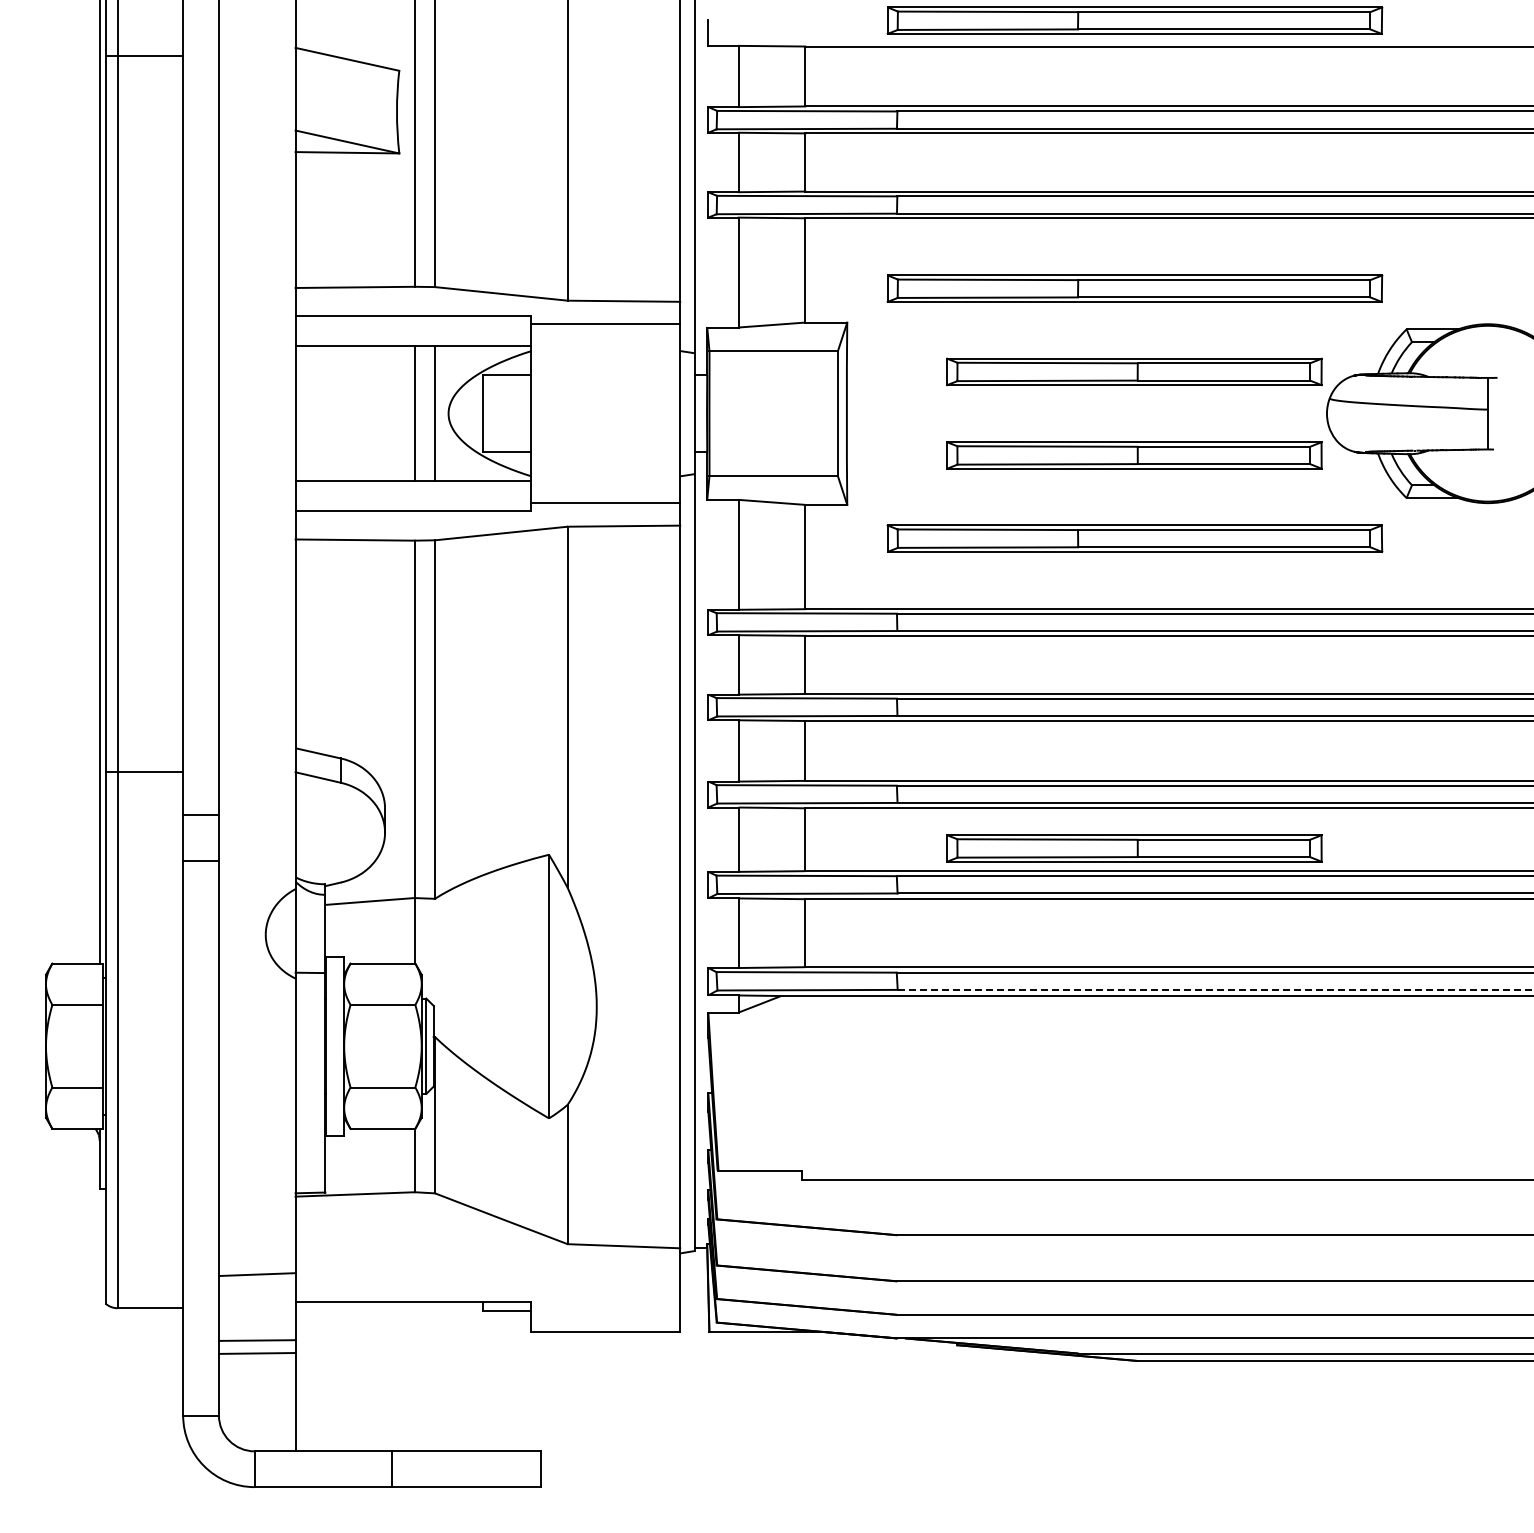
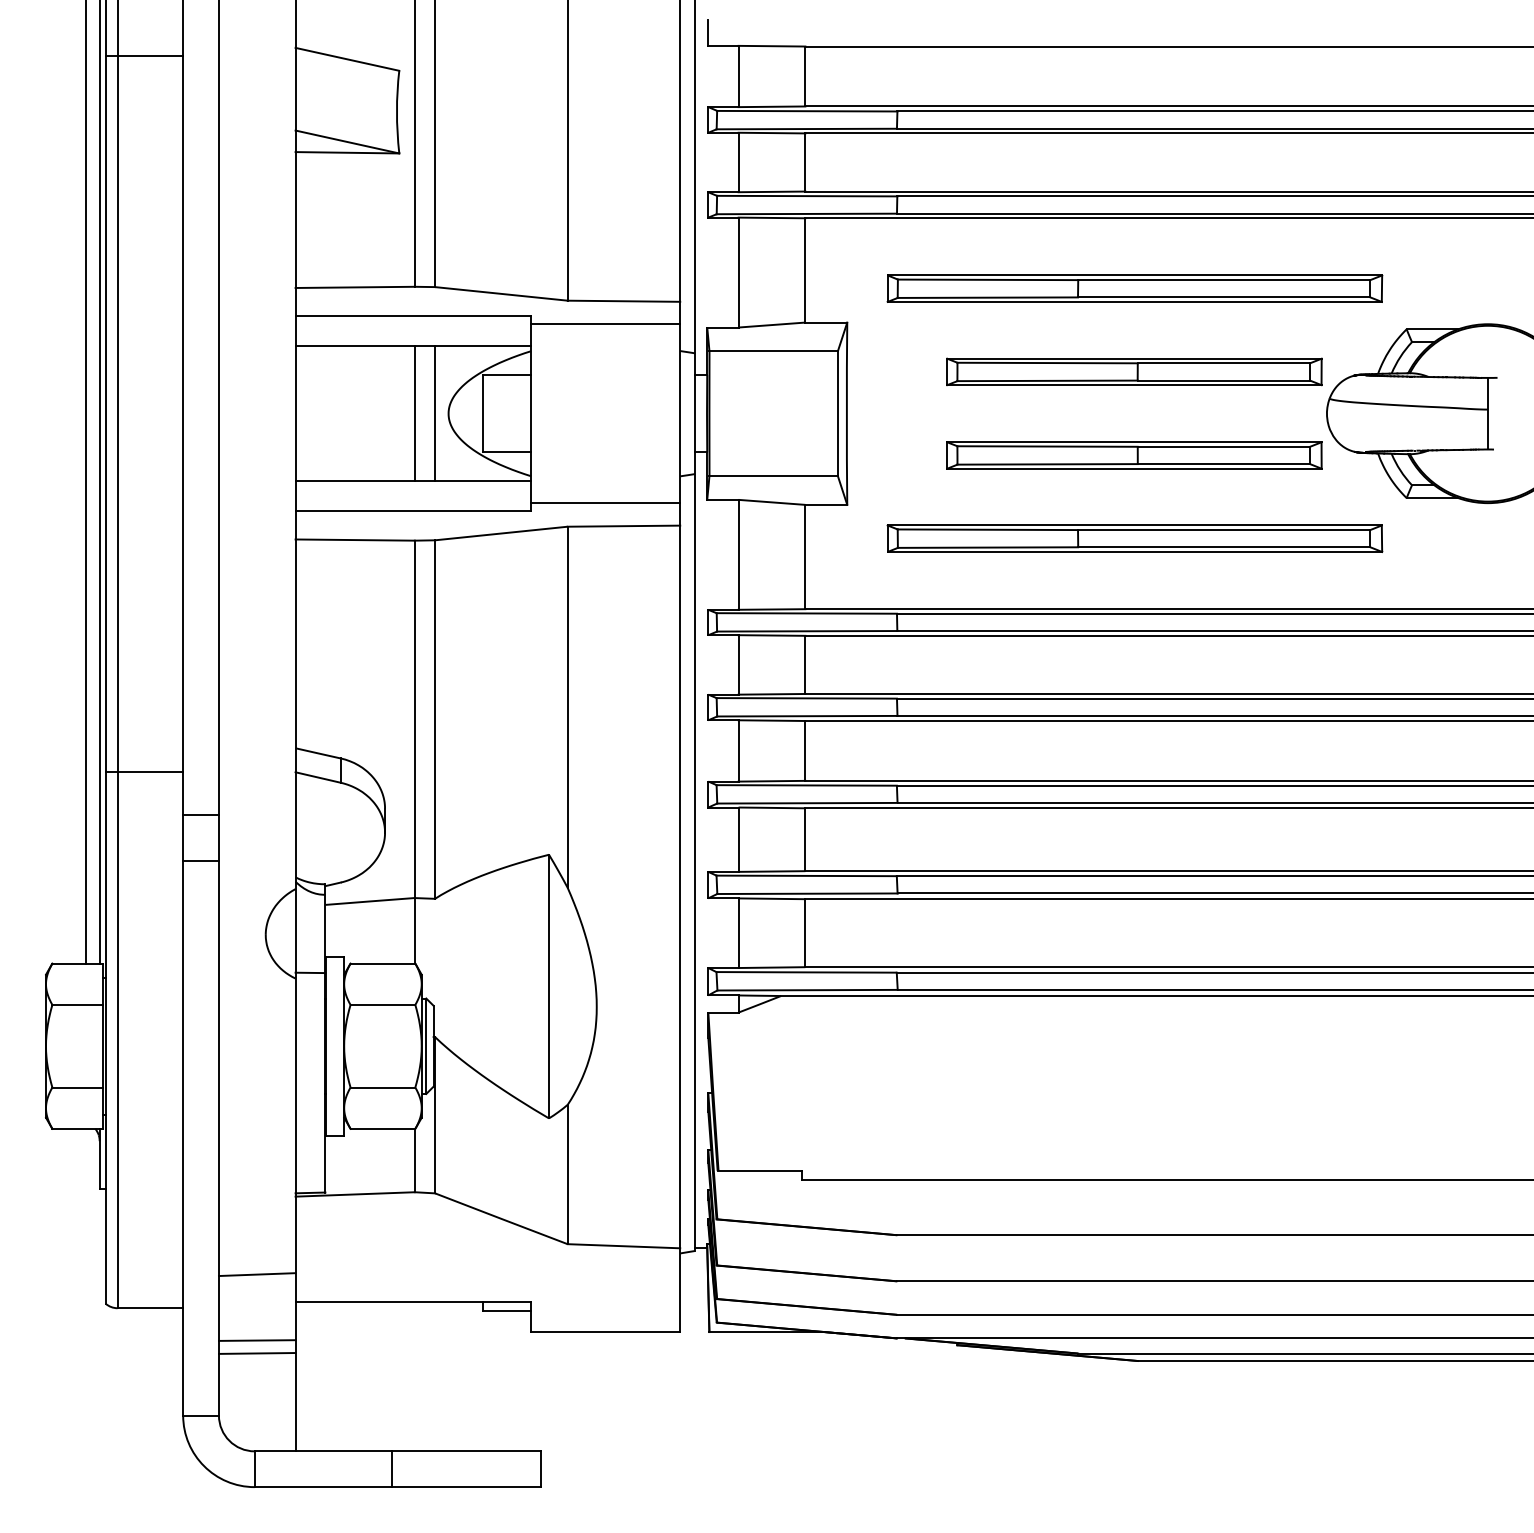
part at (1134, 20): present -> none
line at (86, 482): none -> present
part at (1134, 848): present -> none
line at (1215, 989): dashed -> solid
